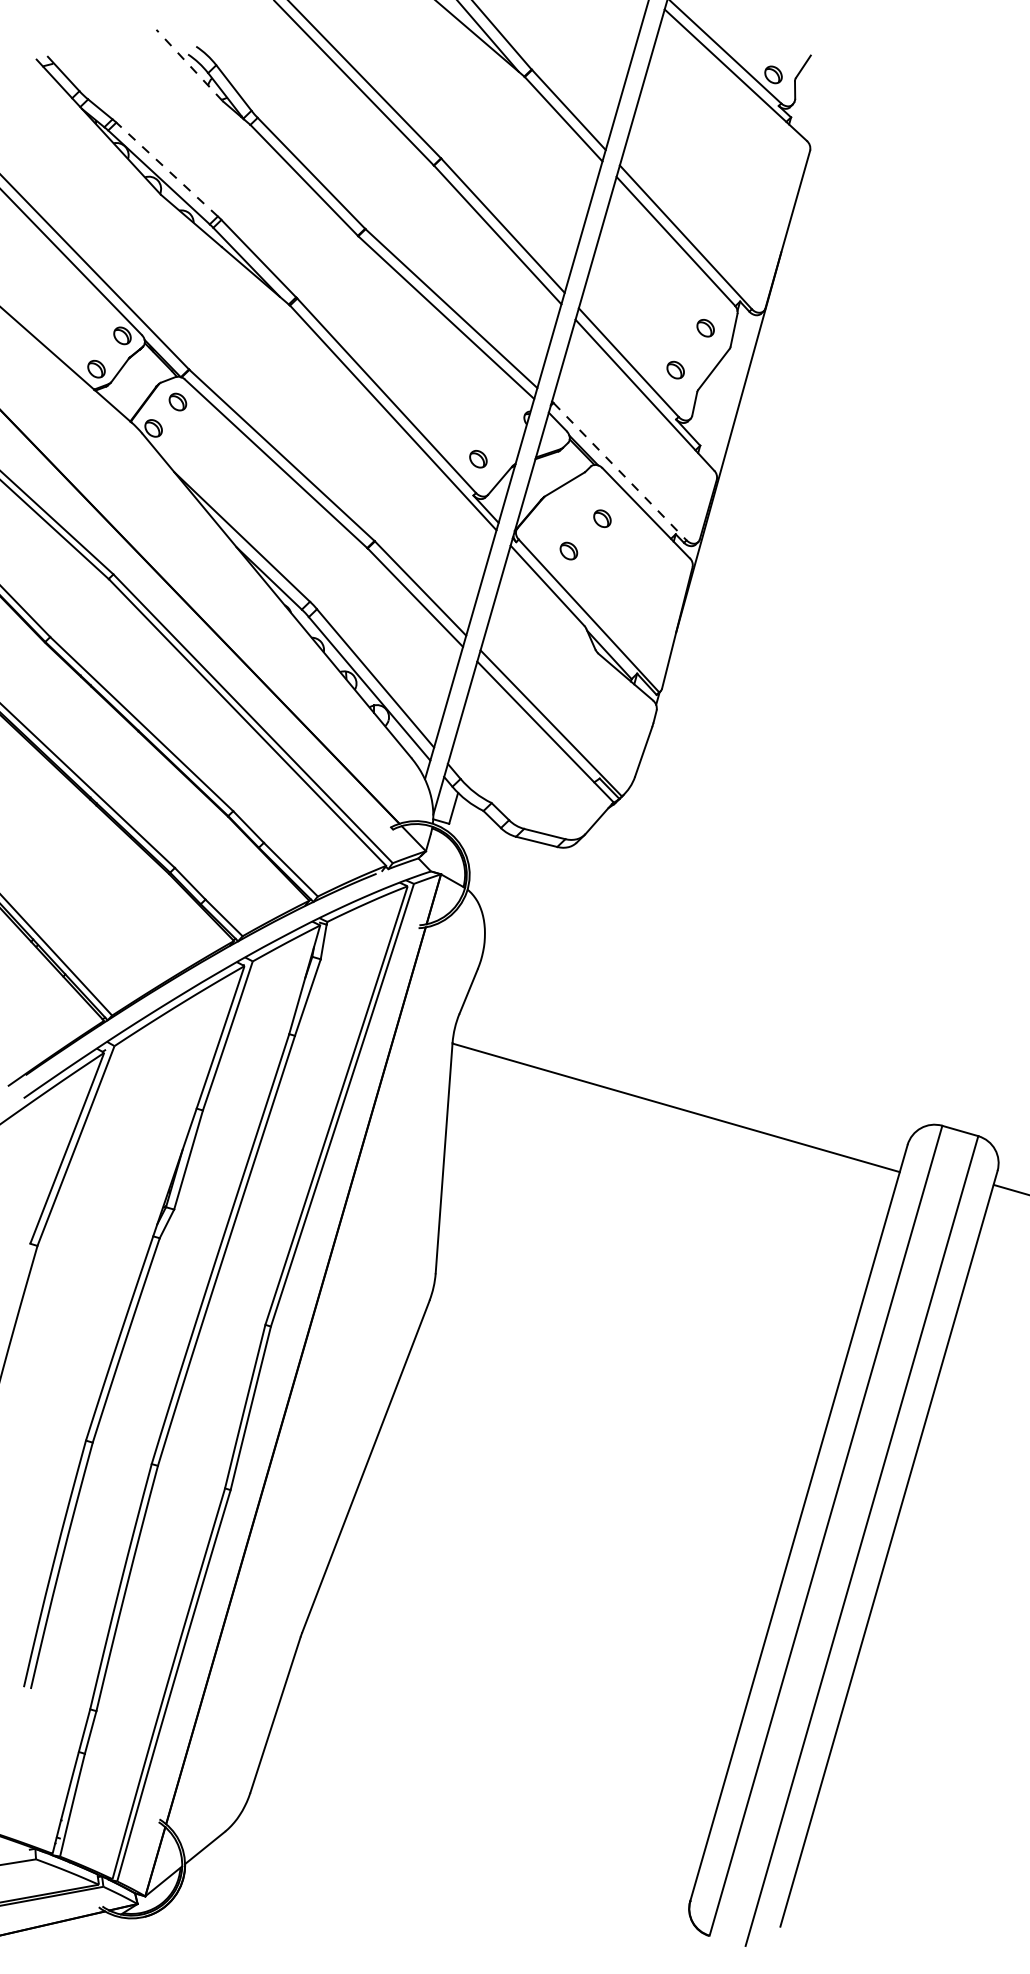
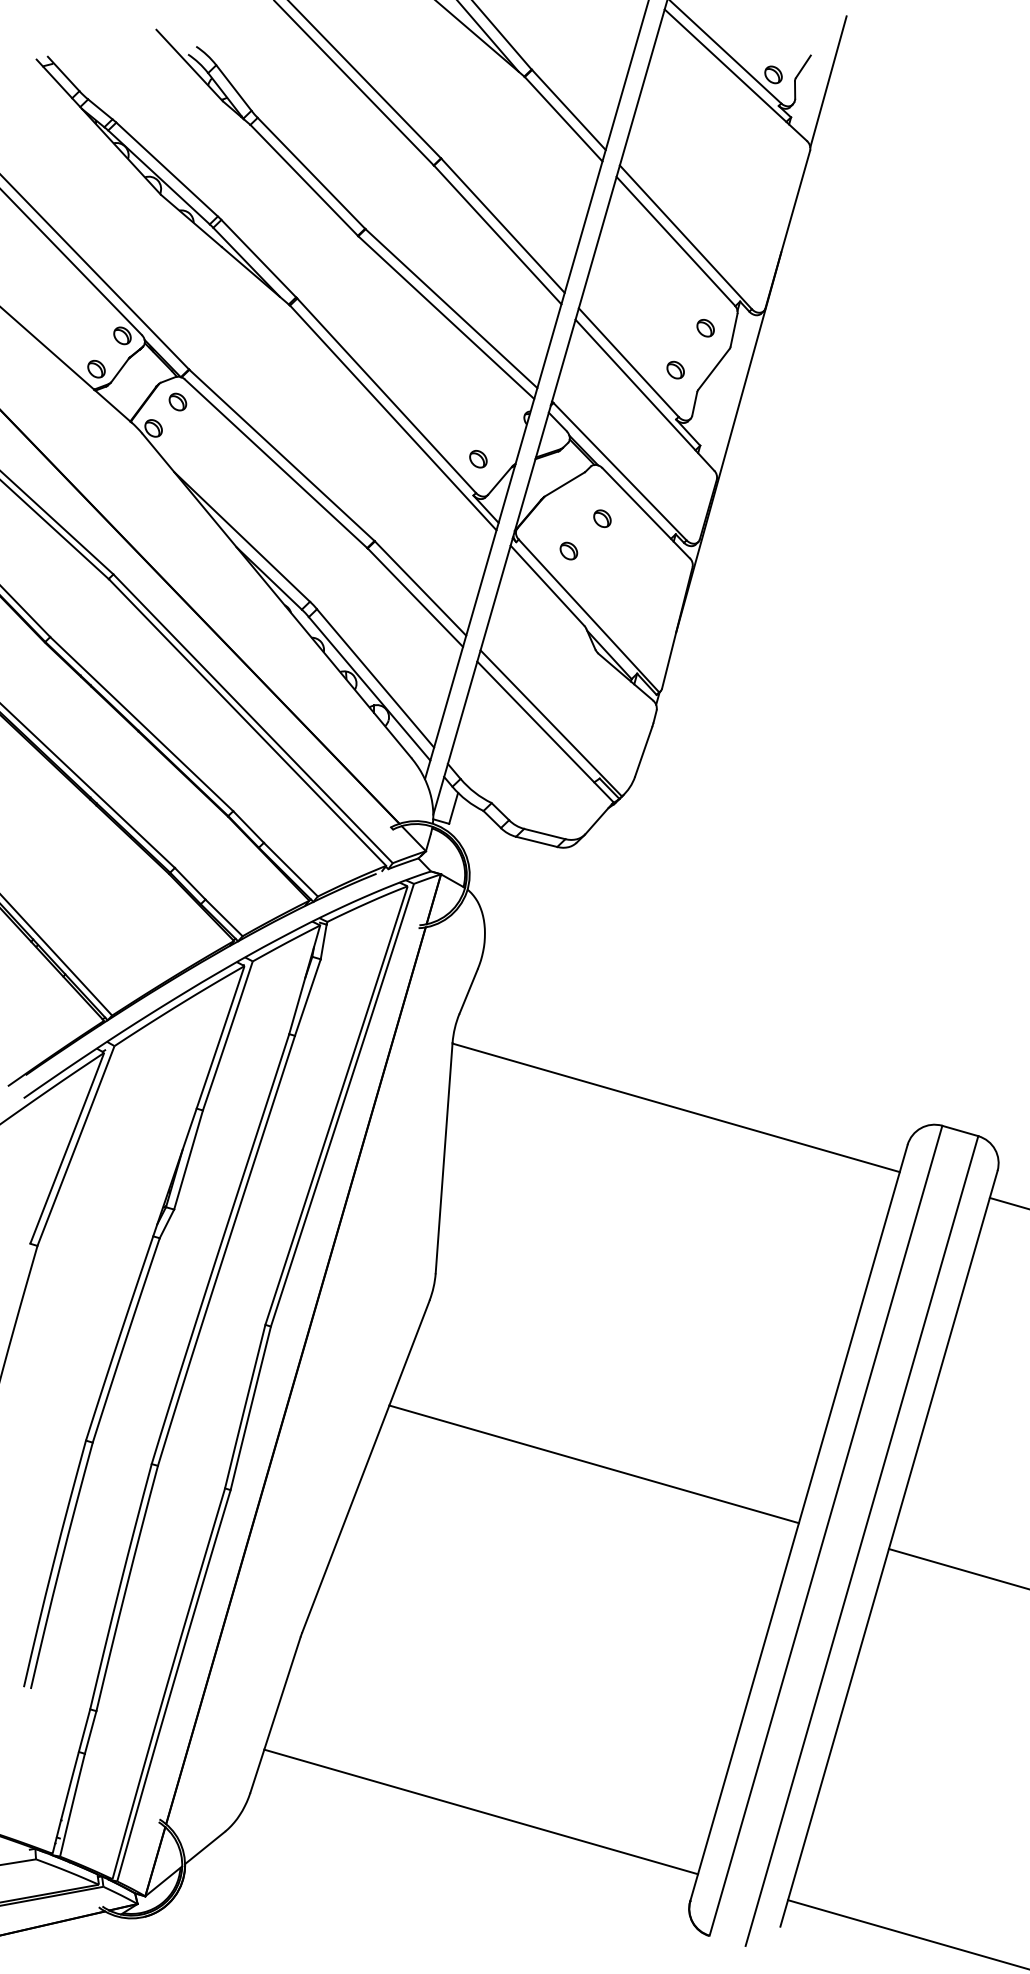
line at (189, 64): dashed -> solid
line at (828, 81): none -> present
line at (166, 169): dashed -> solid
line at (620, 471): dashed -> solid
line at (1009, 1189) position: (1009, 1189) -> (1007, 1202)
line at (593, 1464): none -> present
line at (957, 1568): none -> present
line at (481, 1811): none -> present
line at (907, 1934): none -> present
